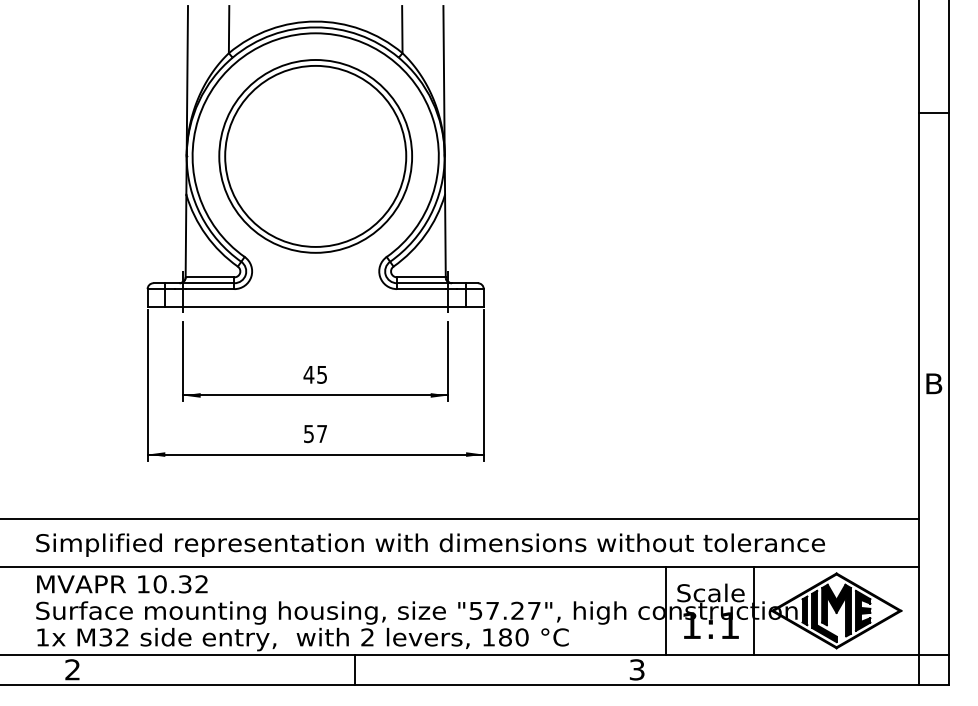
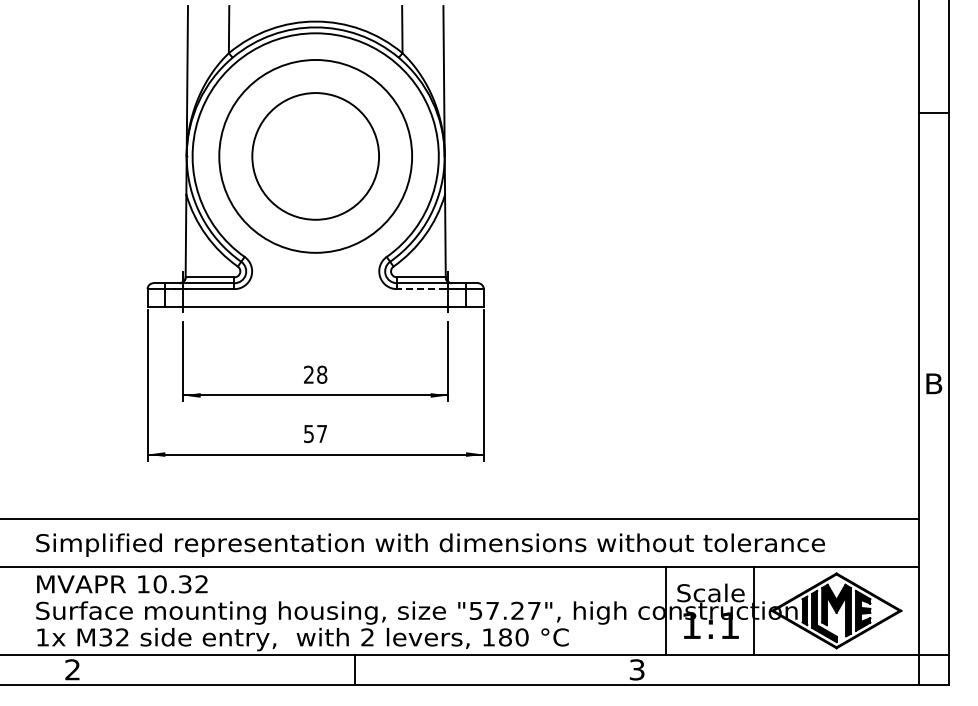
circle at (315, 155) diameter: 181 px -> 127 px
line at (420, 289): solid -> dashed
text at (315, 374): 45 -> 28
